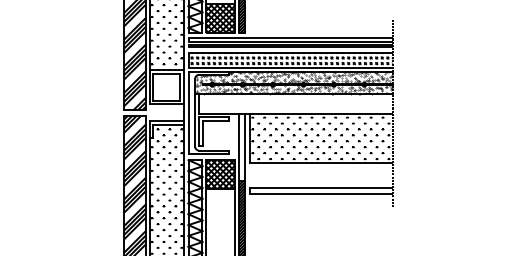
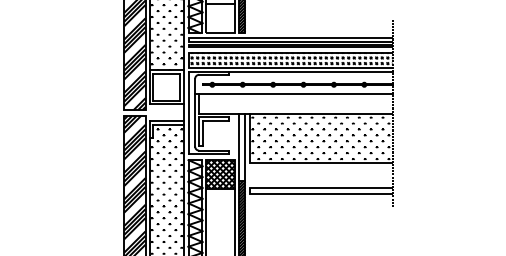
hatch at (220, 18): present -> none
hatch at (293, 82): present -> none
